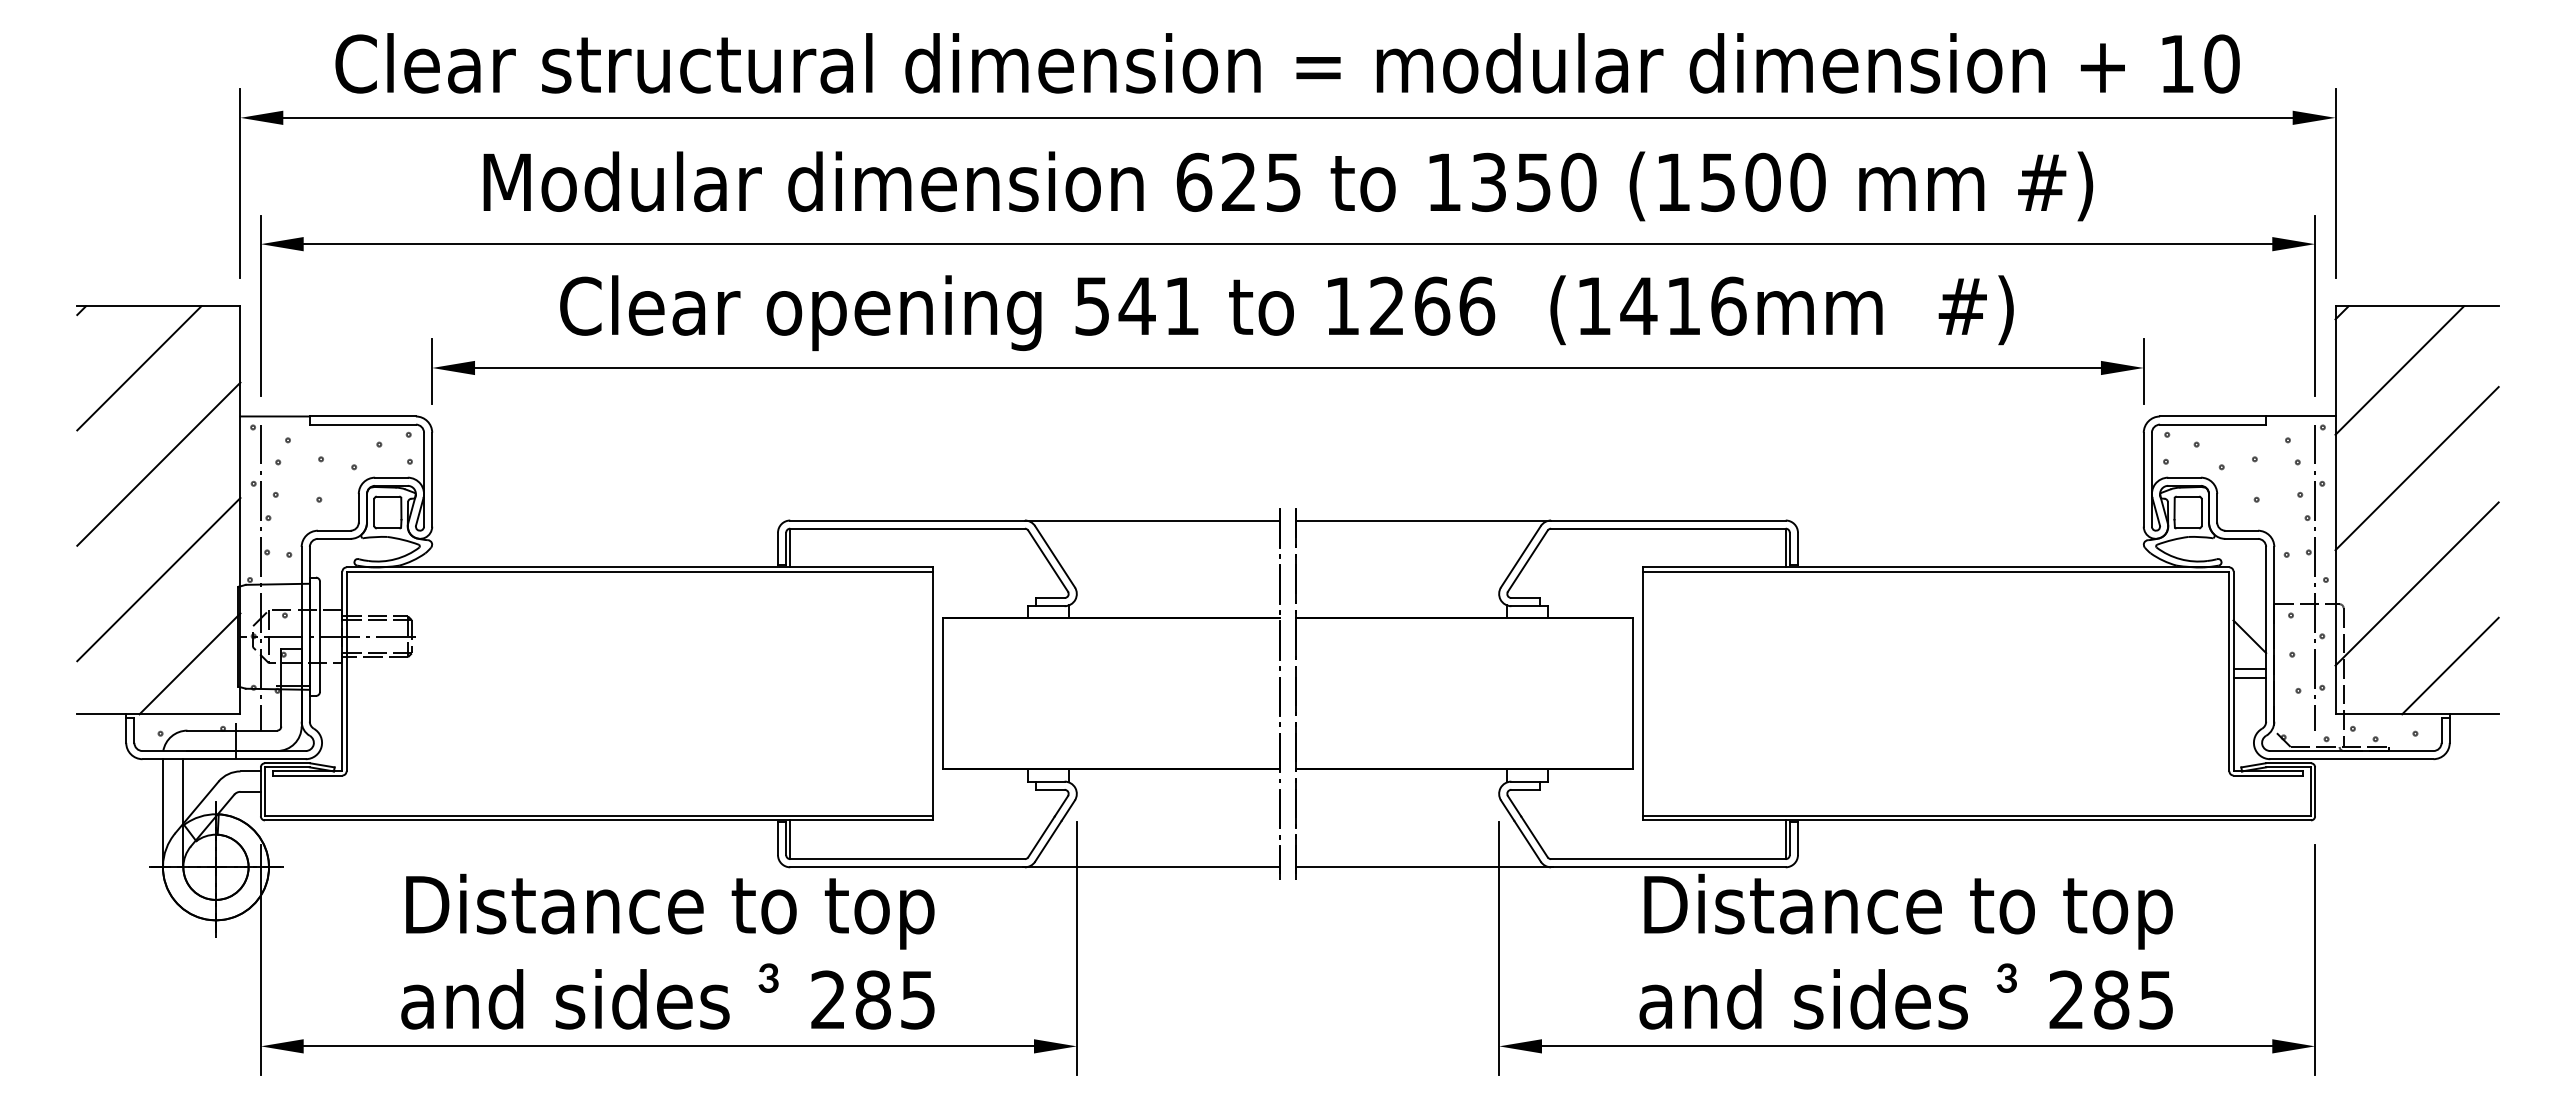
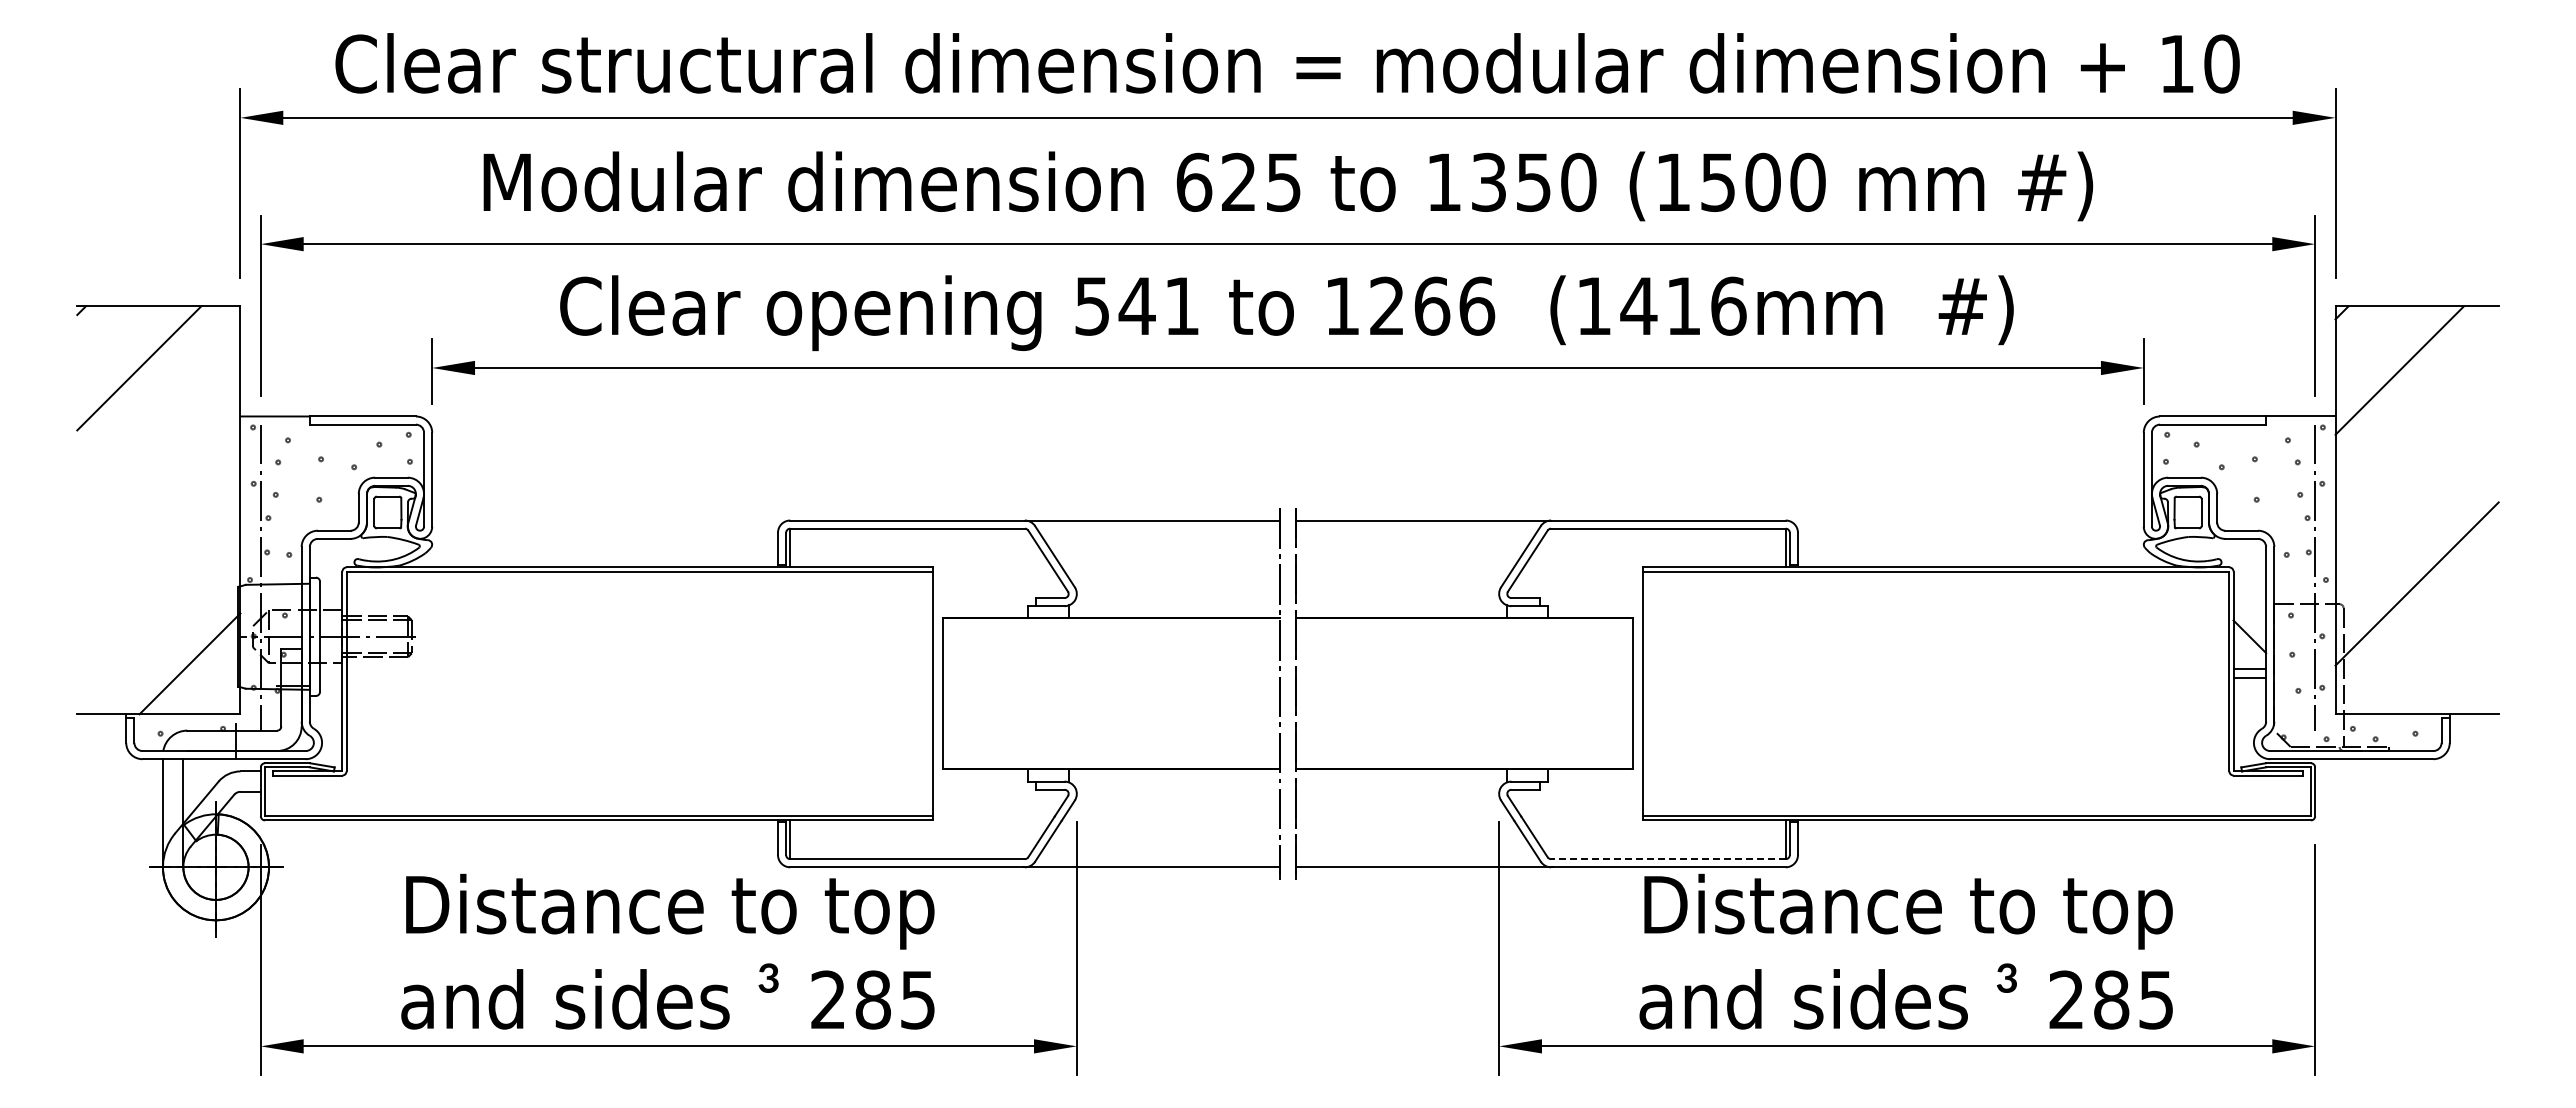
line at (158, 463): present -> none
line at (2416, 468): present -> none
line at (158, 579): present -> none
line at (2450, 665): present -> none
line at (1667, 859): solid -> dashed
